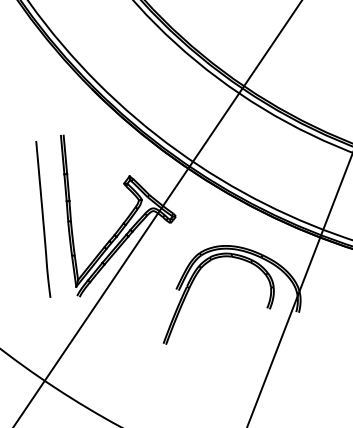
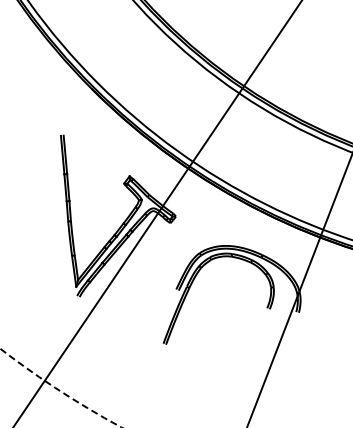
line at (43, 219): present -> none
arc at (60, 390): solid -> dashed
